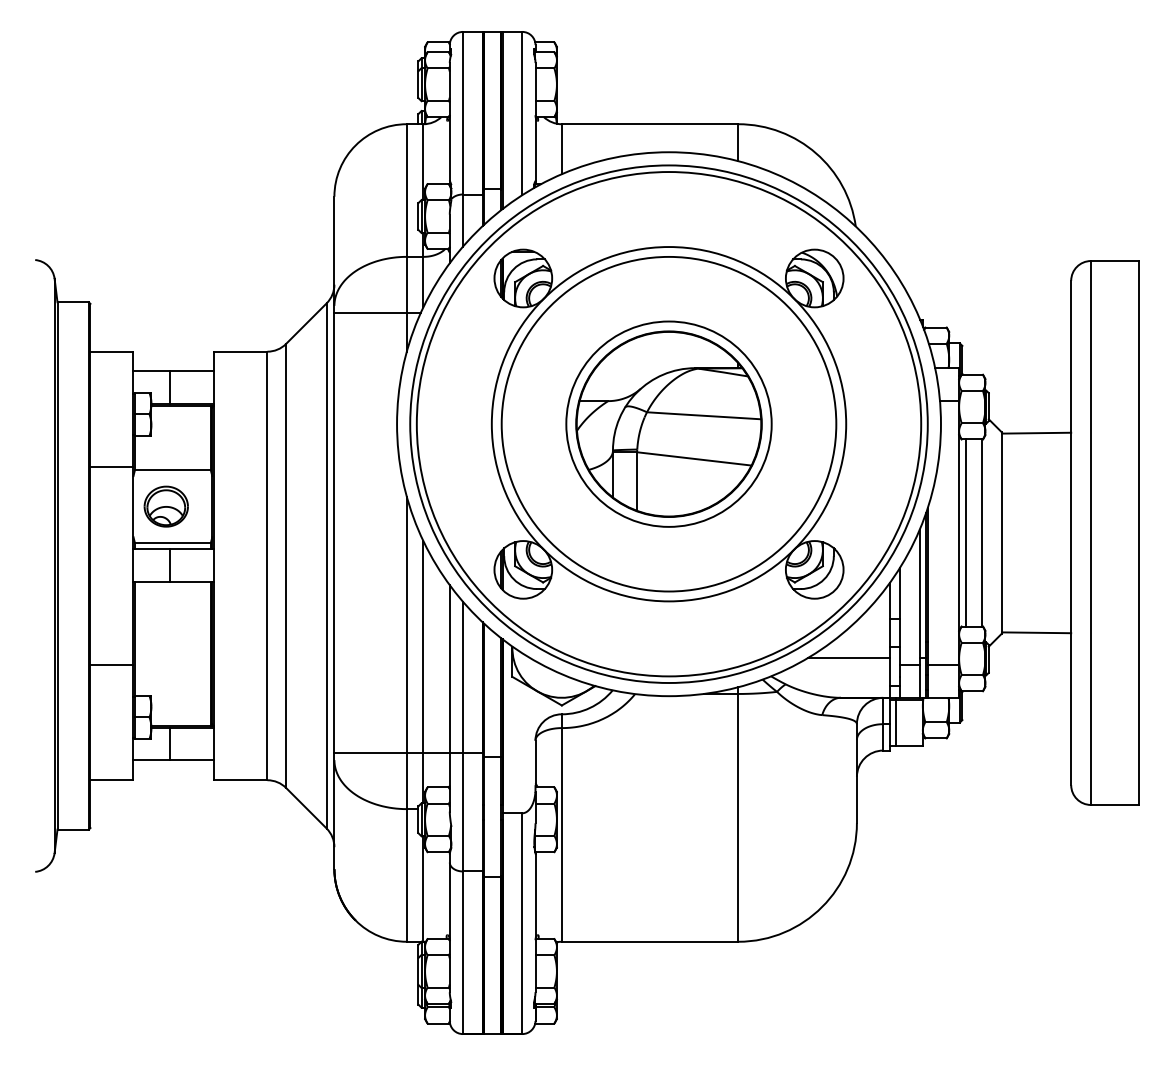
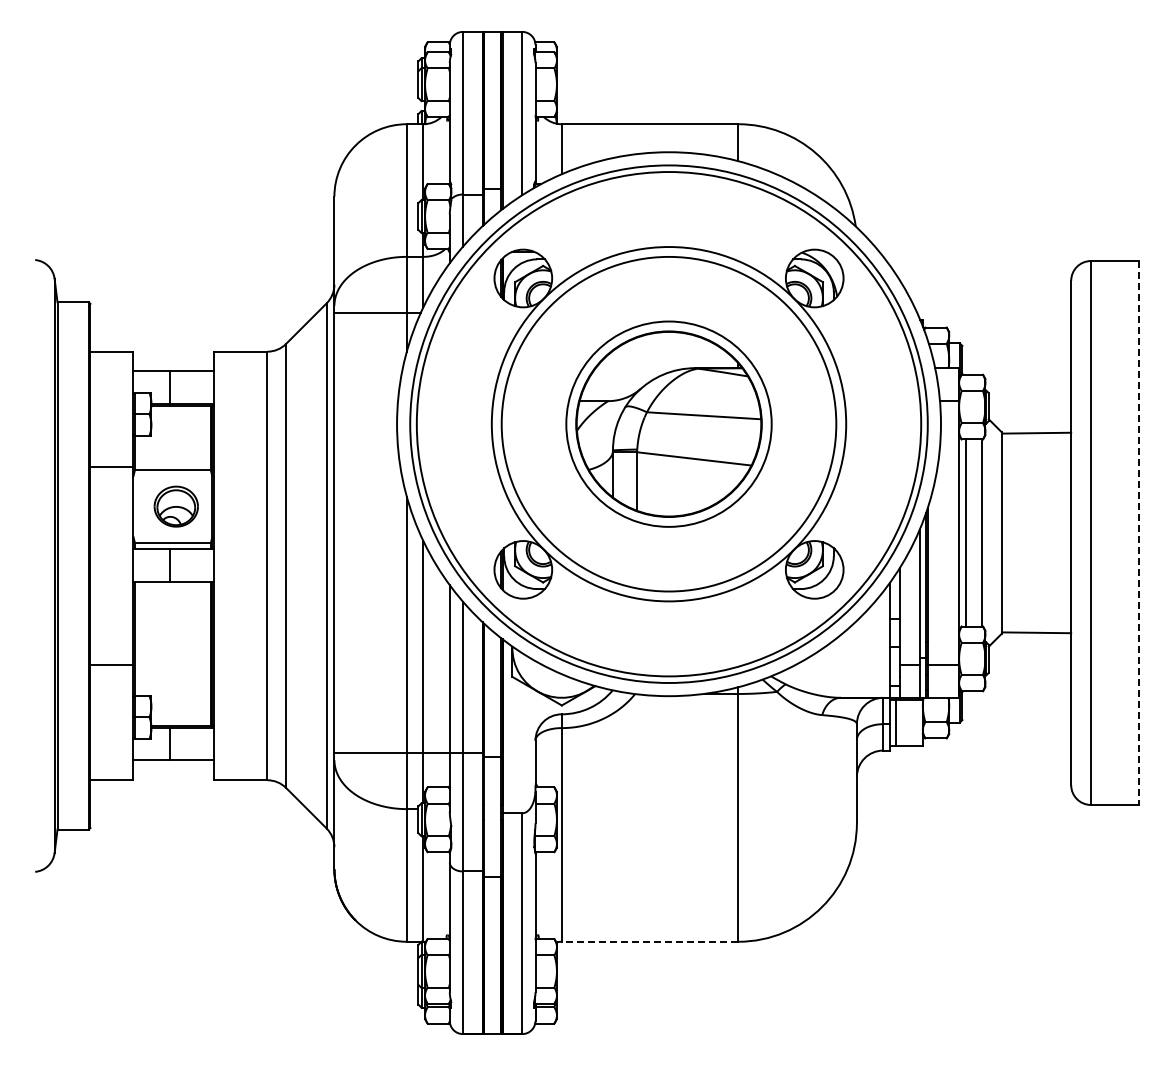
part at (165, 506) position: (165, 506) -> (175, 506)
line at (1138, 533): solid -> dashed
line at (848, 658): present -> none
line at (649, 941): solid -> dashed
